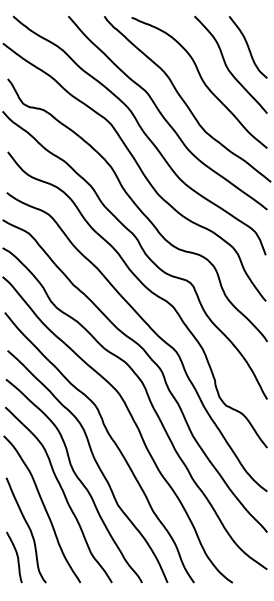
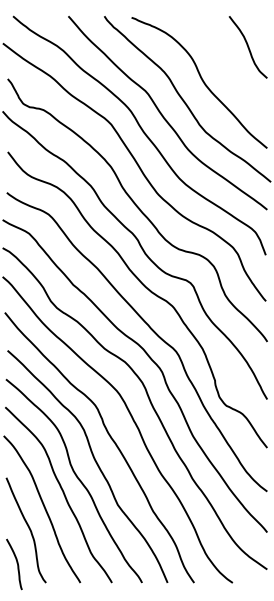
curve at (227, 65): present -> none
curve at (16, 556) position: (16, 556) -> (16, 563)
